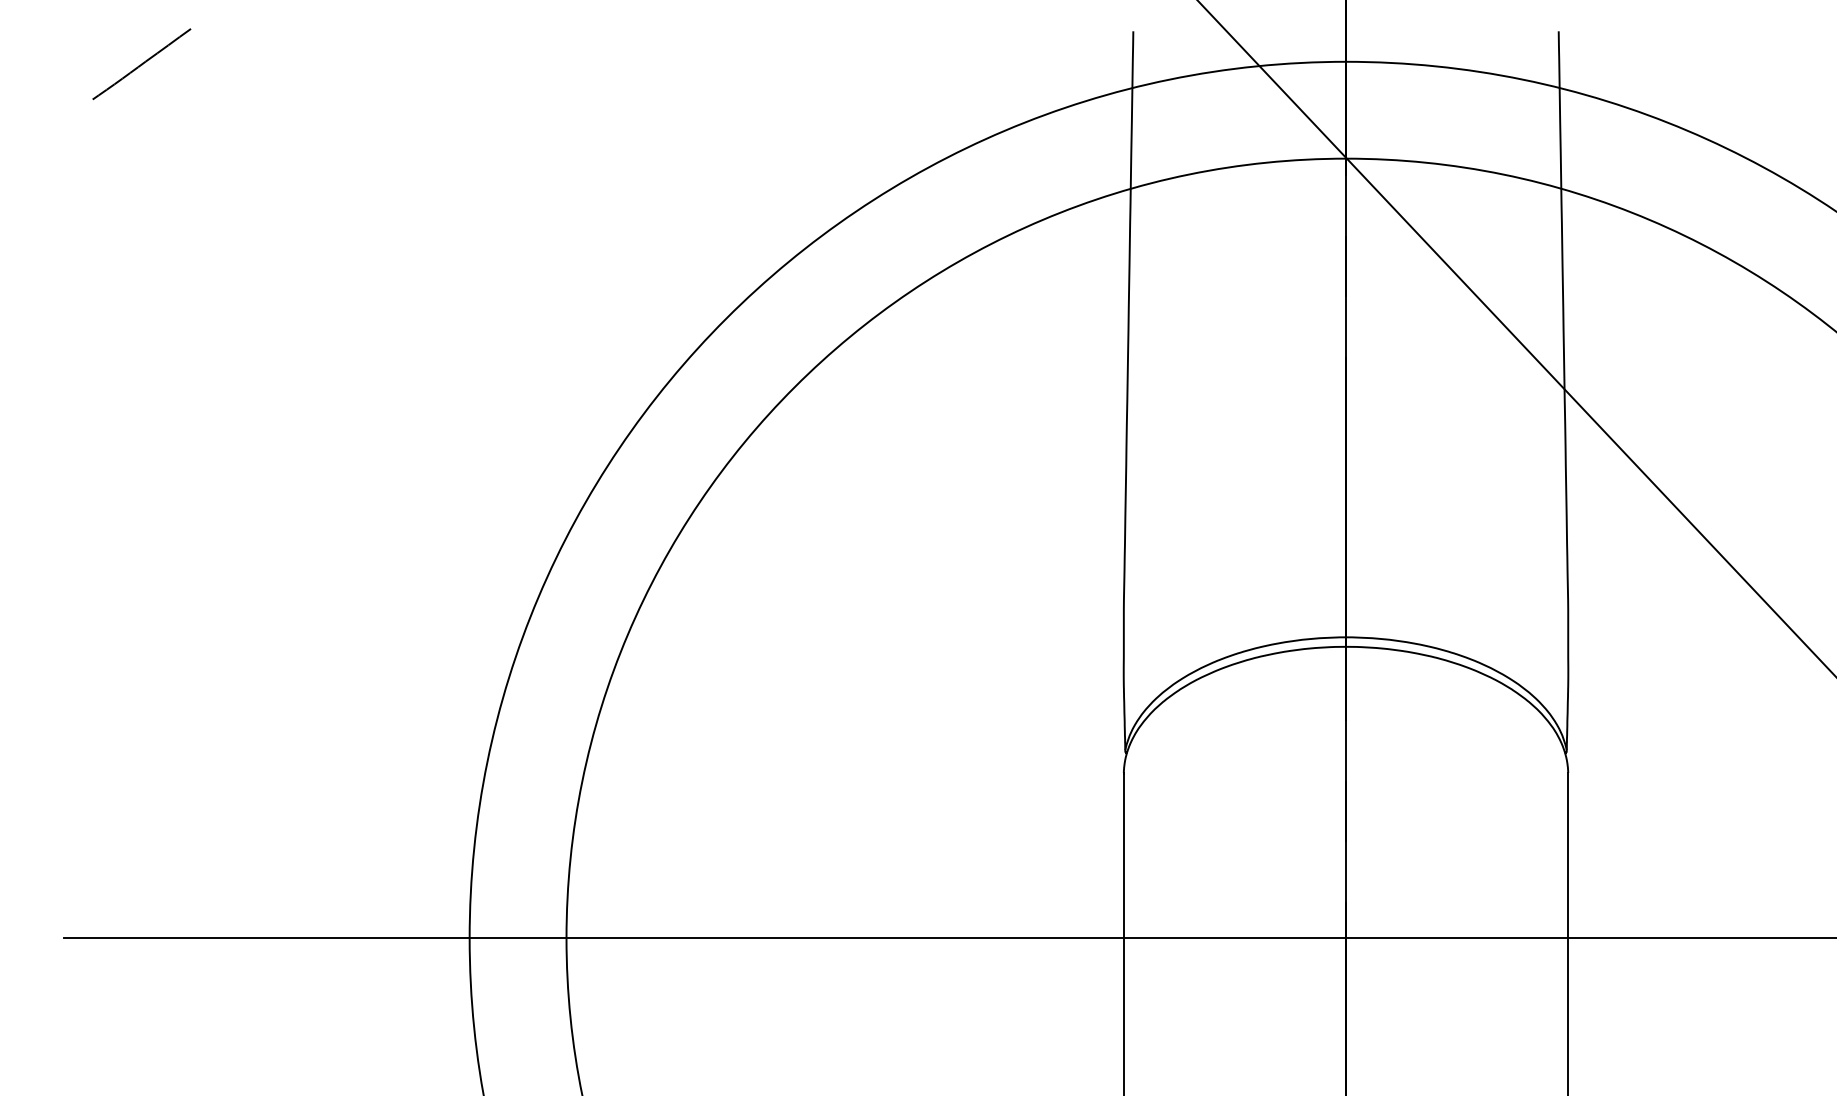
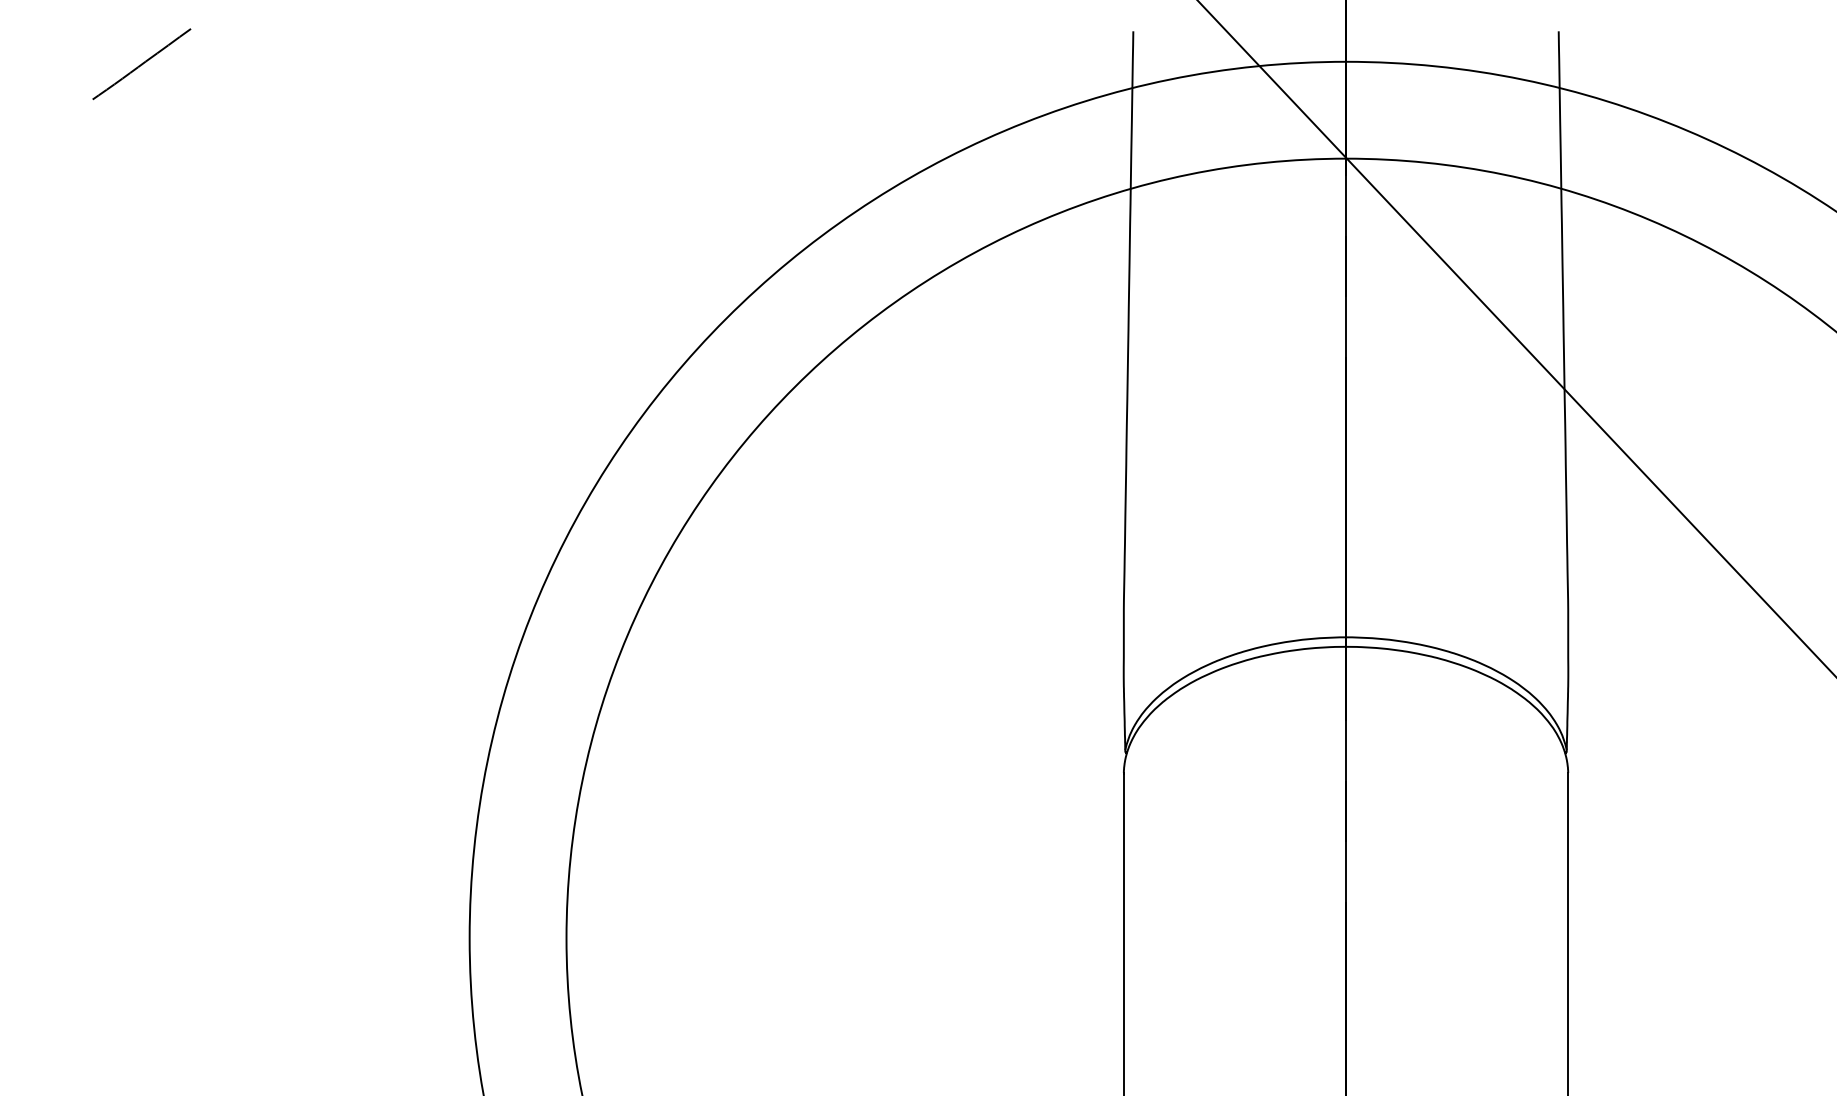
line at (948, 938): present -> none
